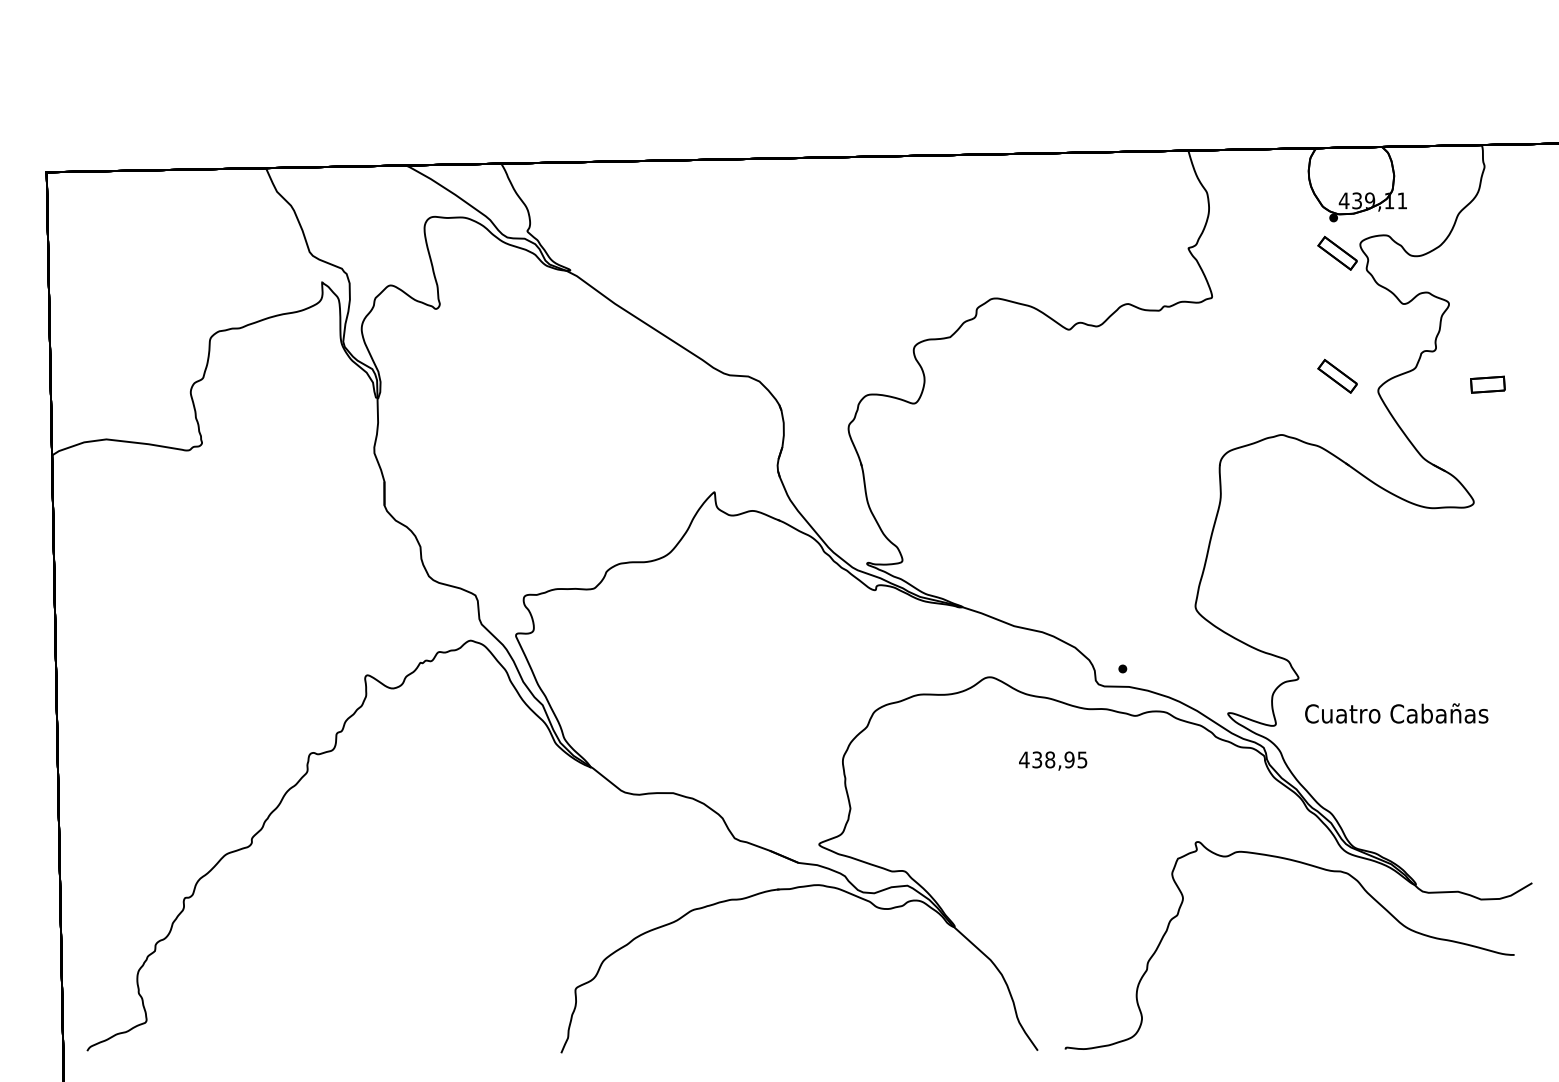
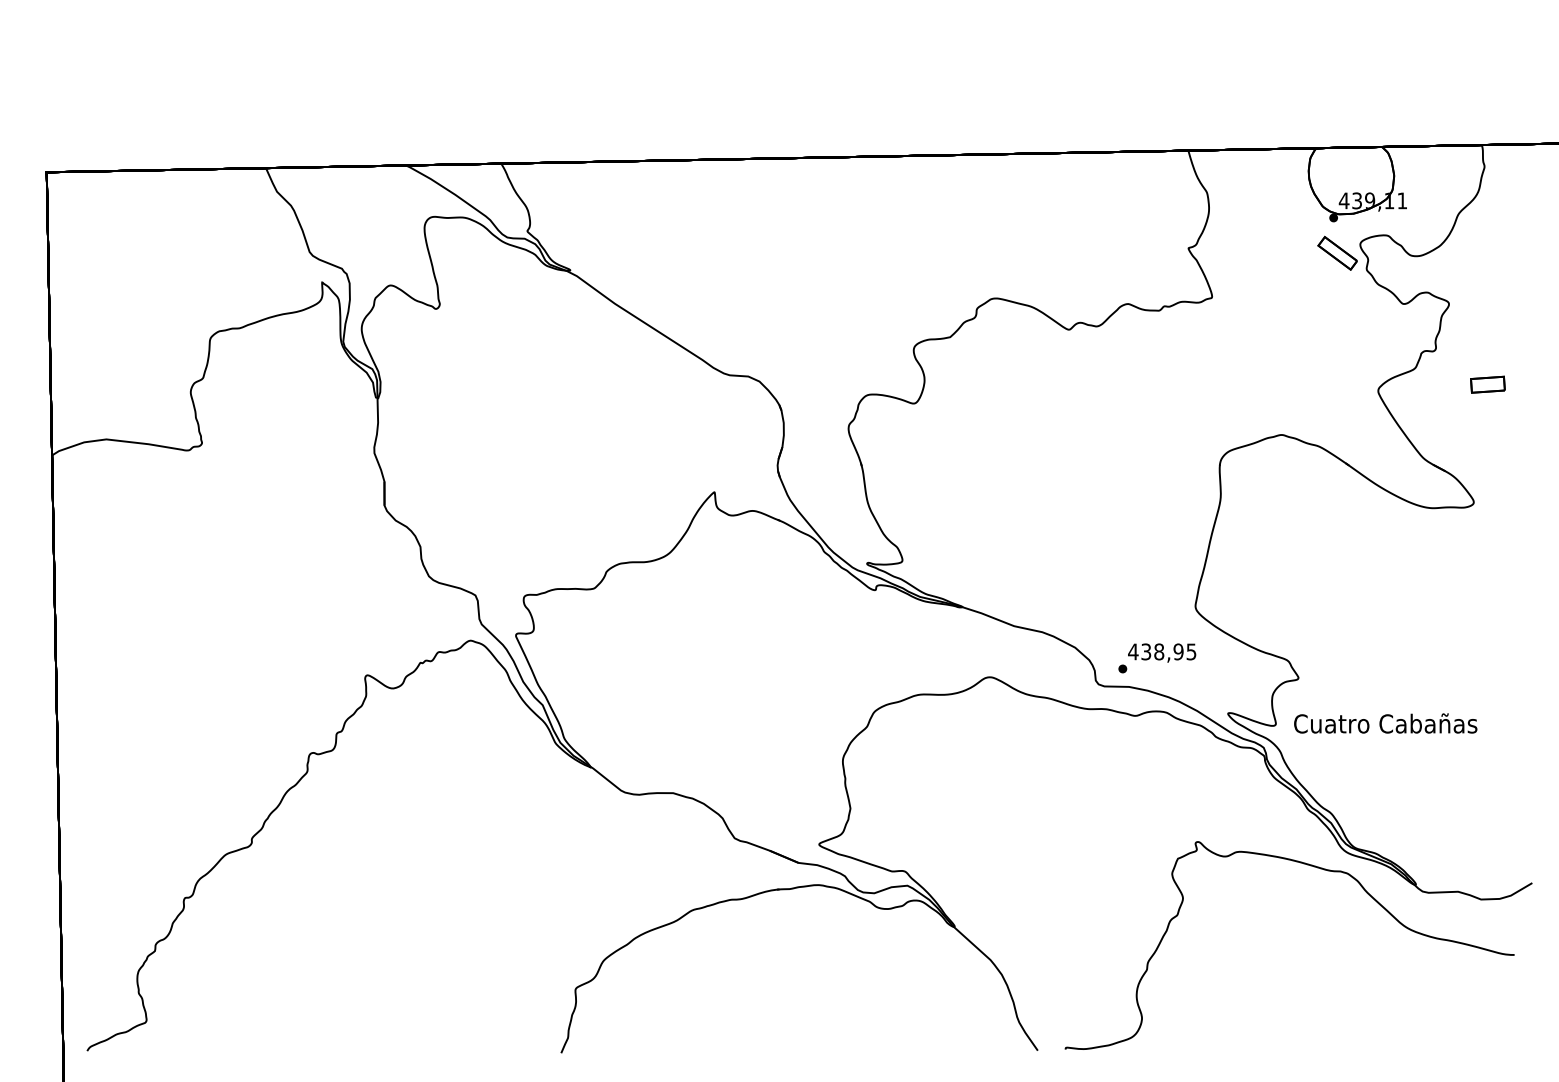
part at (1337, 375): present -> none
text at (1396, 713) position: (1396, 713) -> (1385, 723)
text at (1053, 760) position: (1053, 760) -> (1162, 652)
